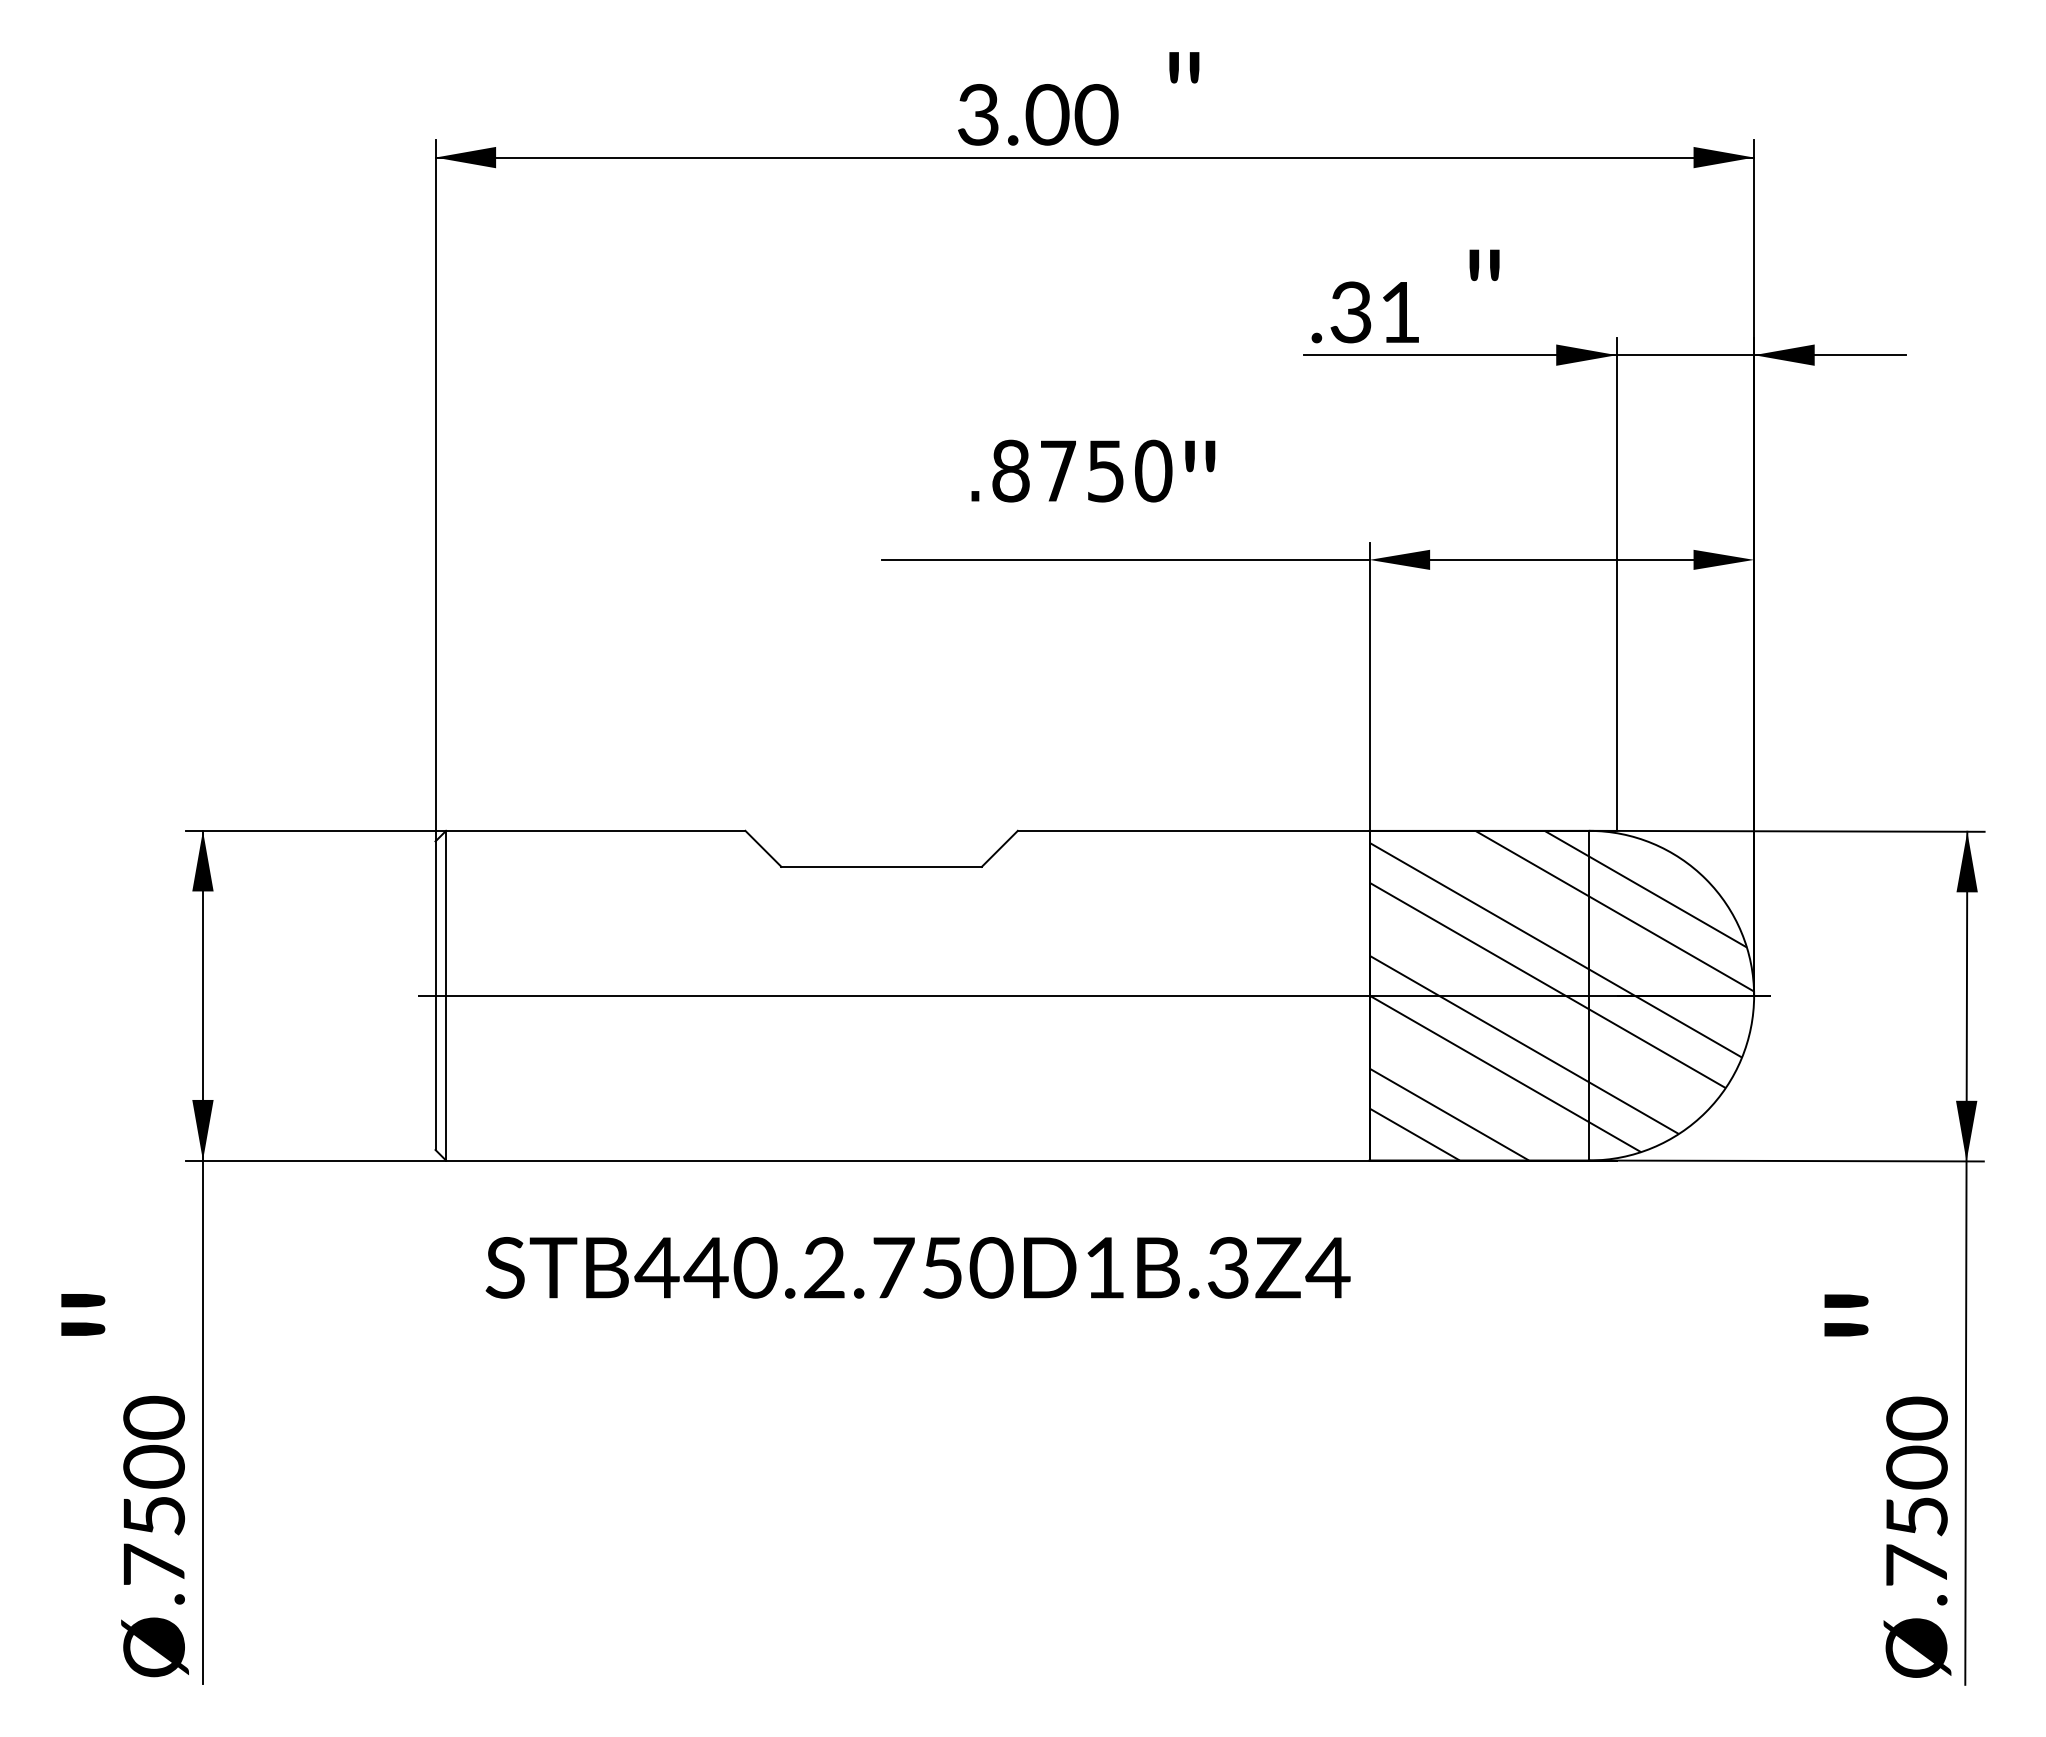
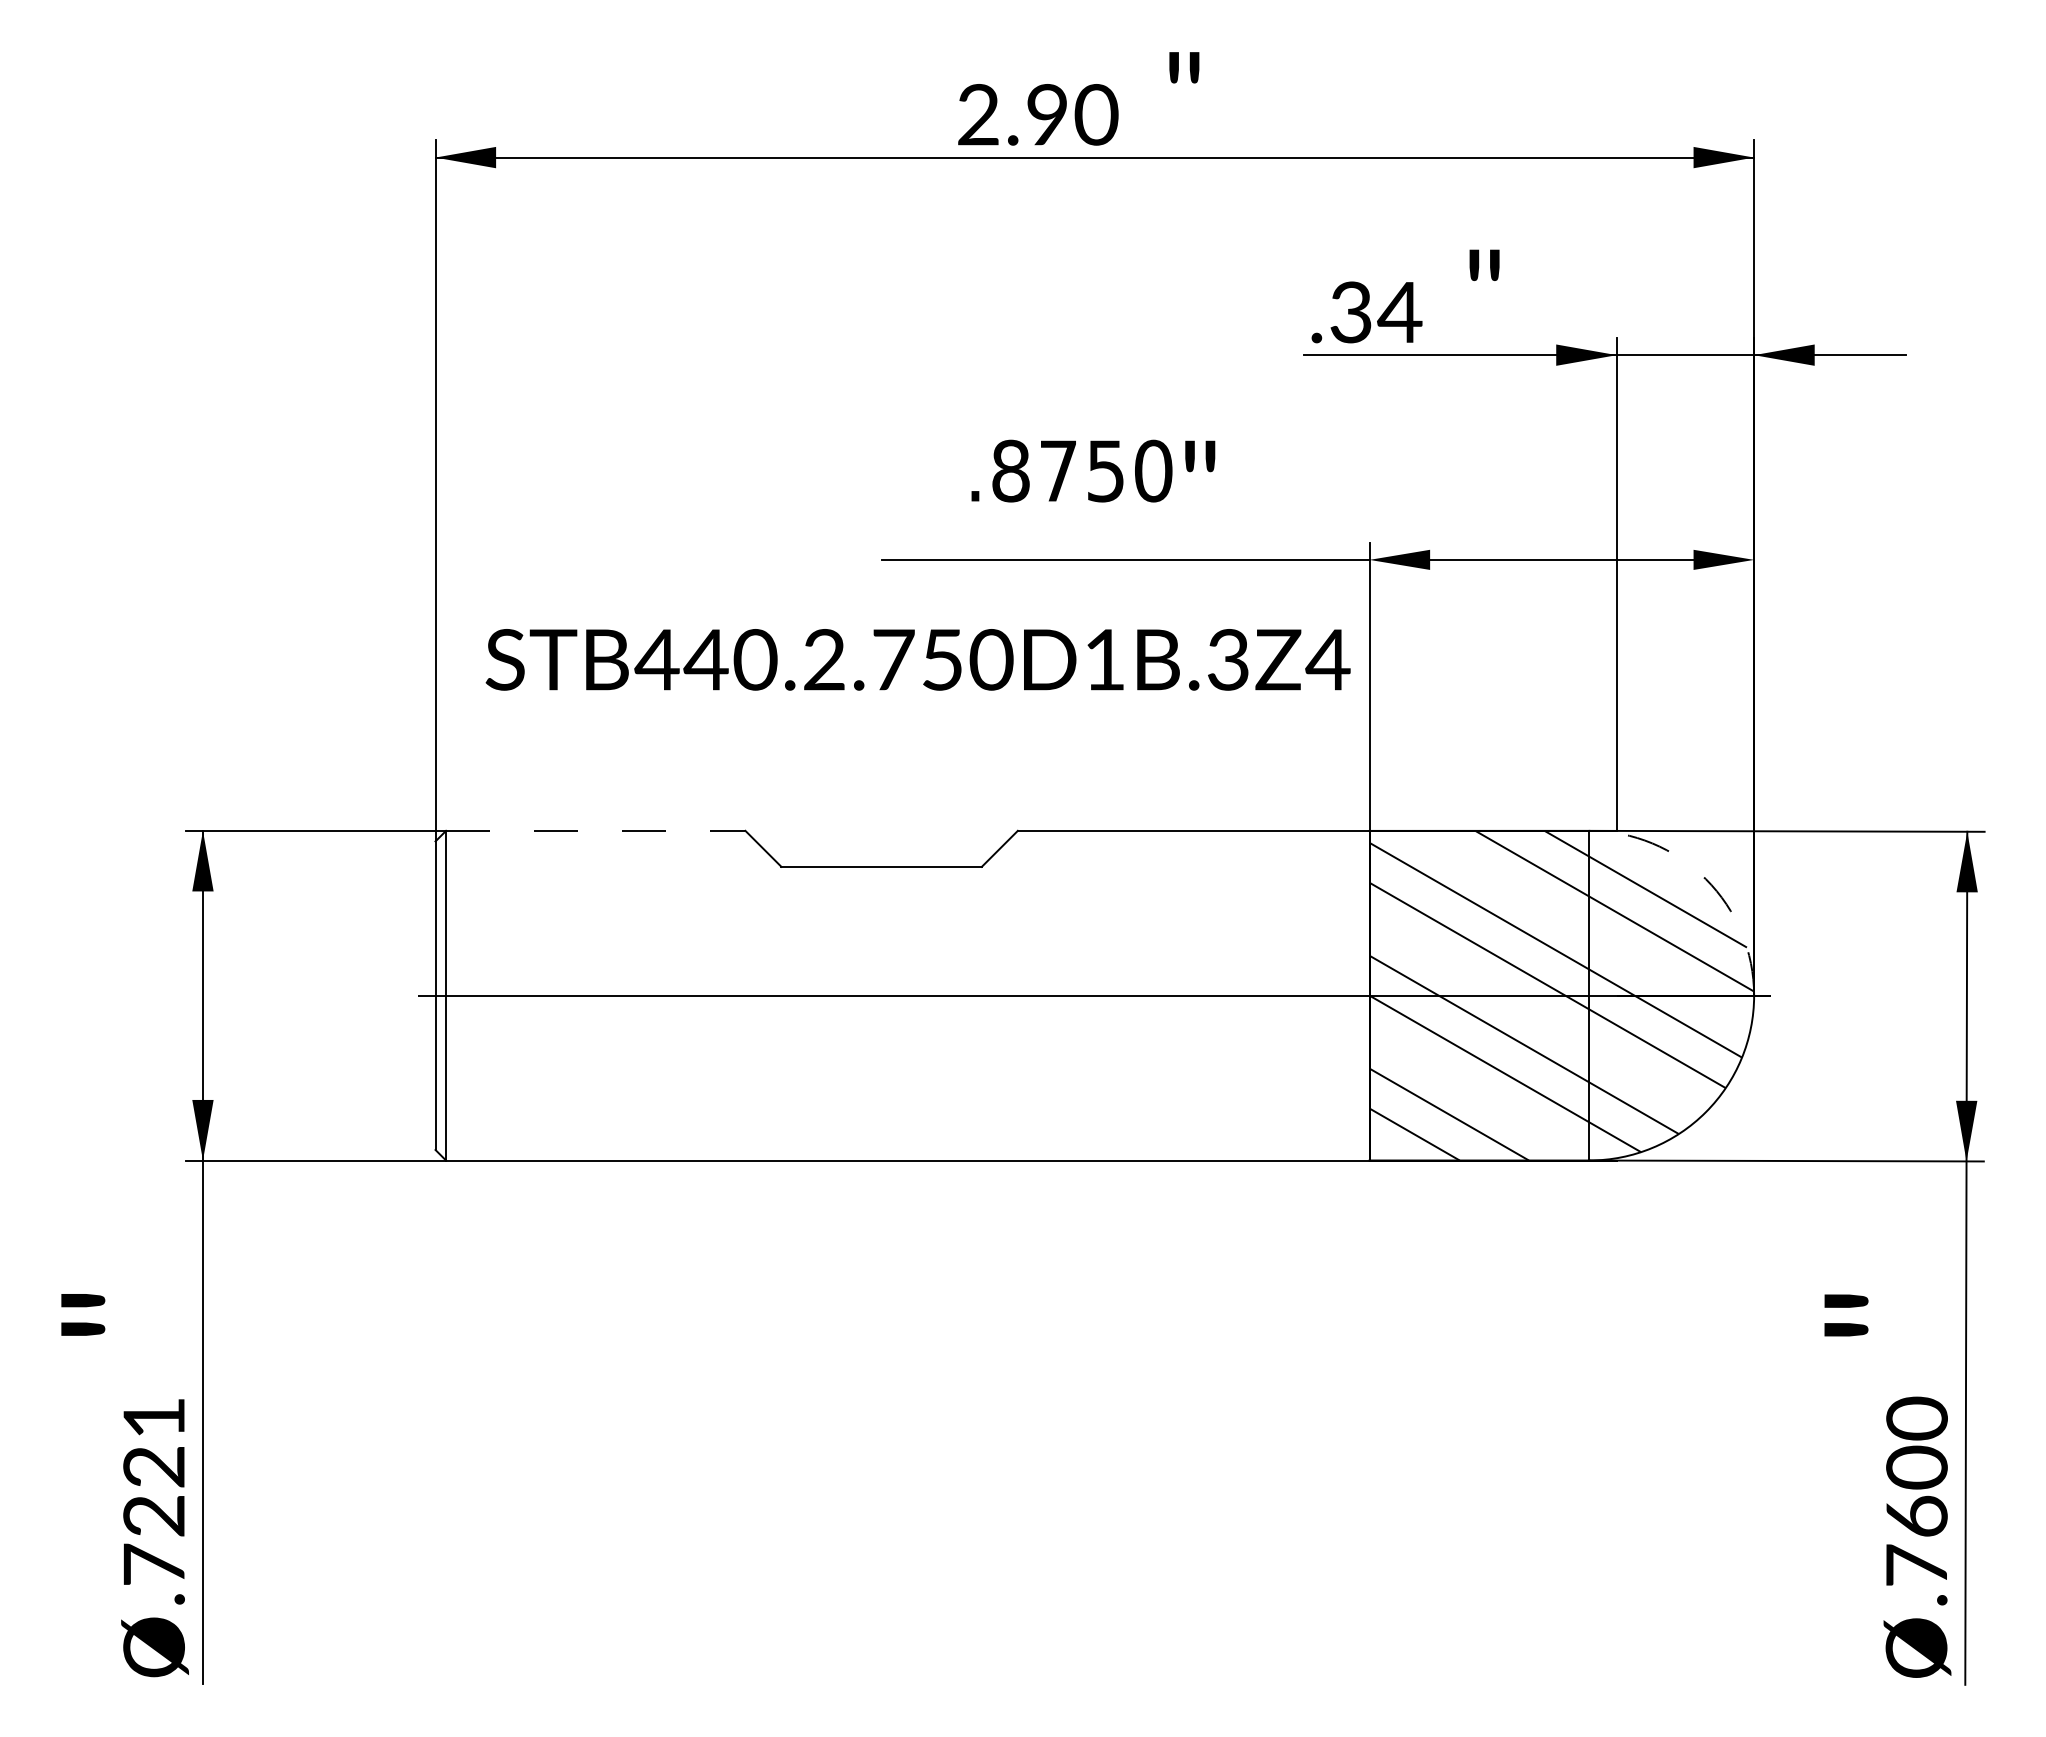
text at (1013, 114): 3.00 -> 2.90
text at (1399, 312): .31 -> .34
line at (595, 830): solid -> dashed
arc at (1705, 879): solid -> dashed
text at (917, 1267) position: (917, 1267) -> (917, 659)
text at (154, 1465): .7500 -> .7221
text at (1916, 1515): .7500 -> .7600
